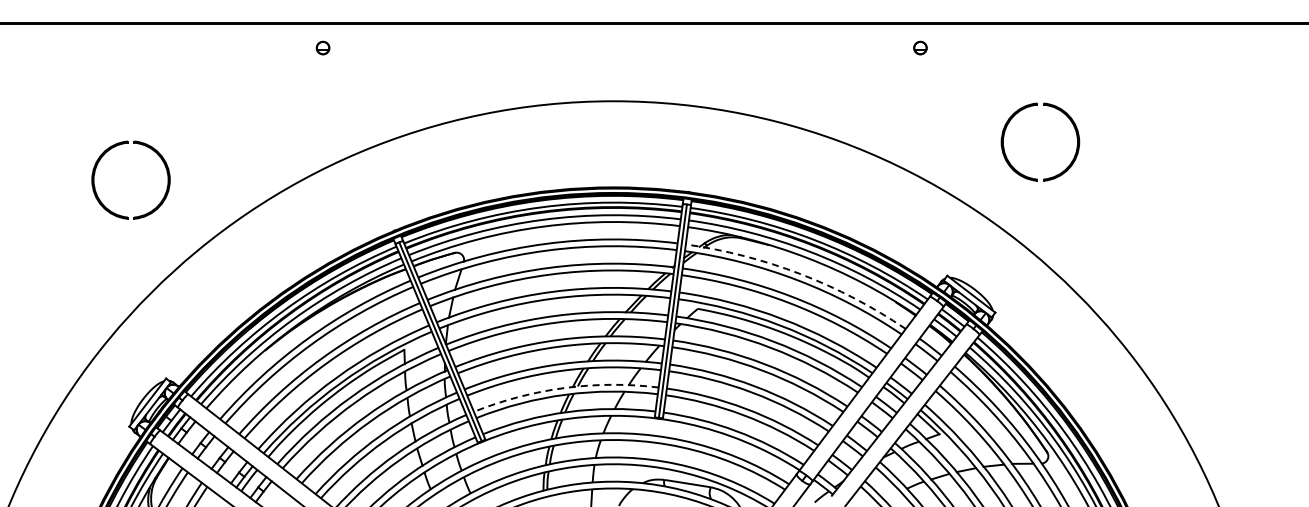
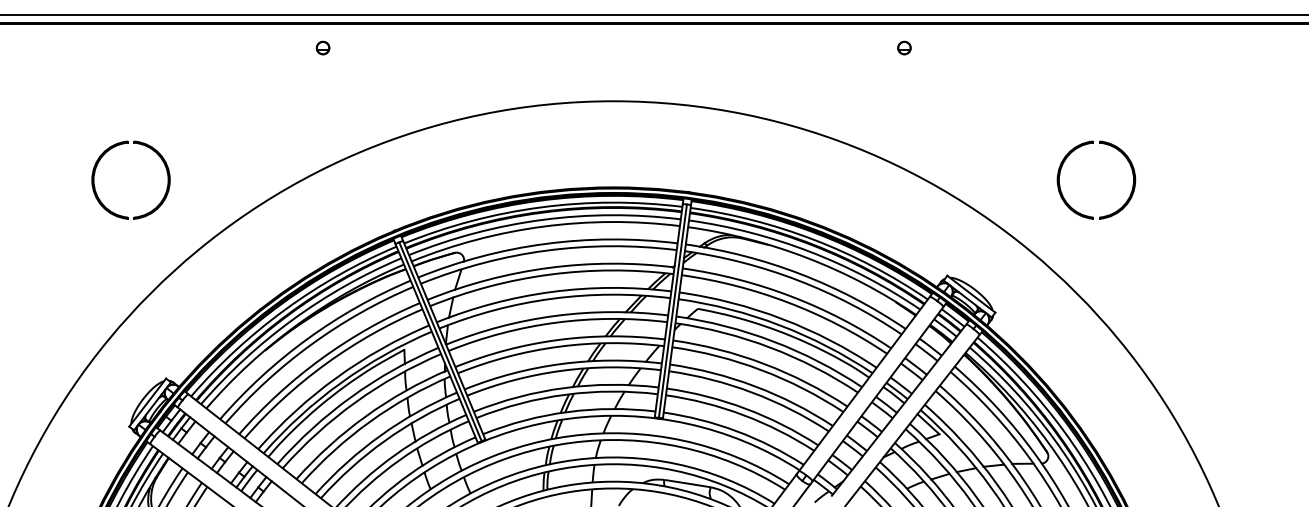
line at (653, 15): none -> present
part at (920, 47) position: (920, 47) -> (904, 47)
part at (1062, 113) position: (1062, 113) -> (1118, 151)
arc at (800, 274): dashed -> solid
arc at (564, 388): dashed -> solid
